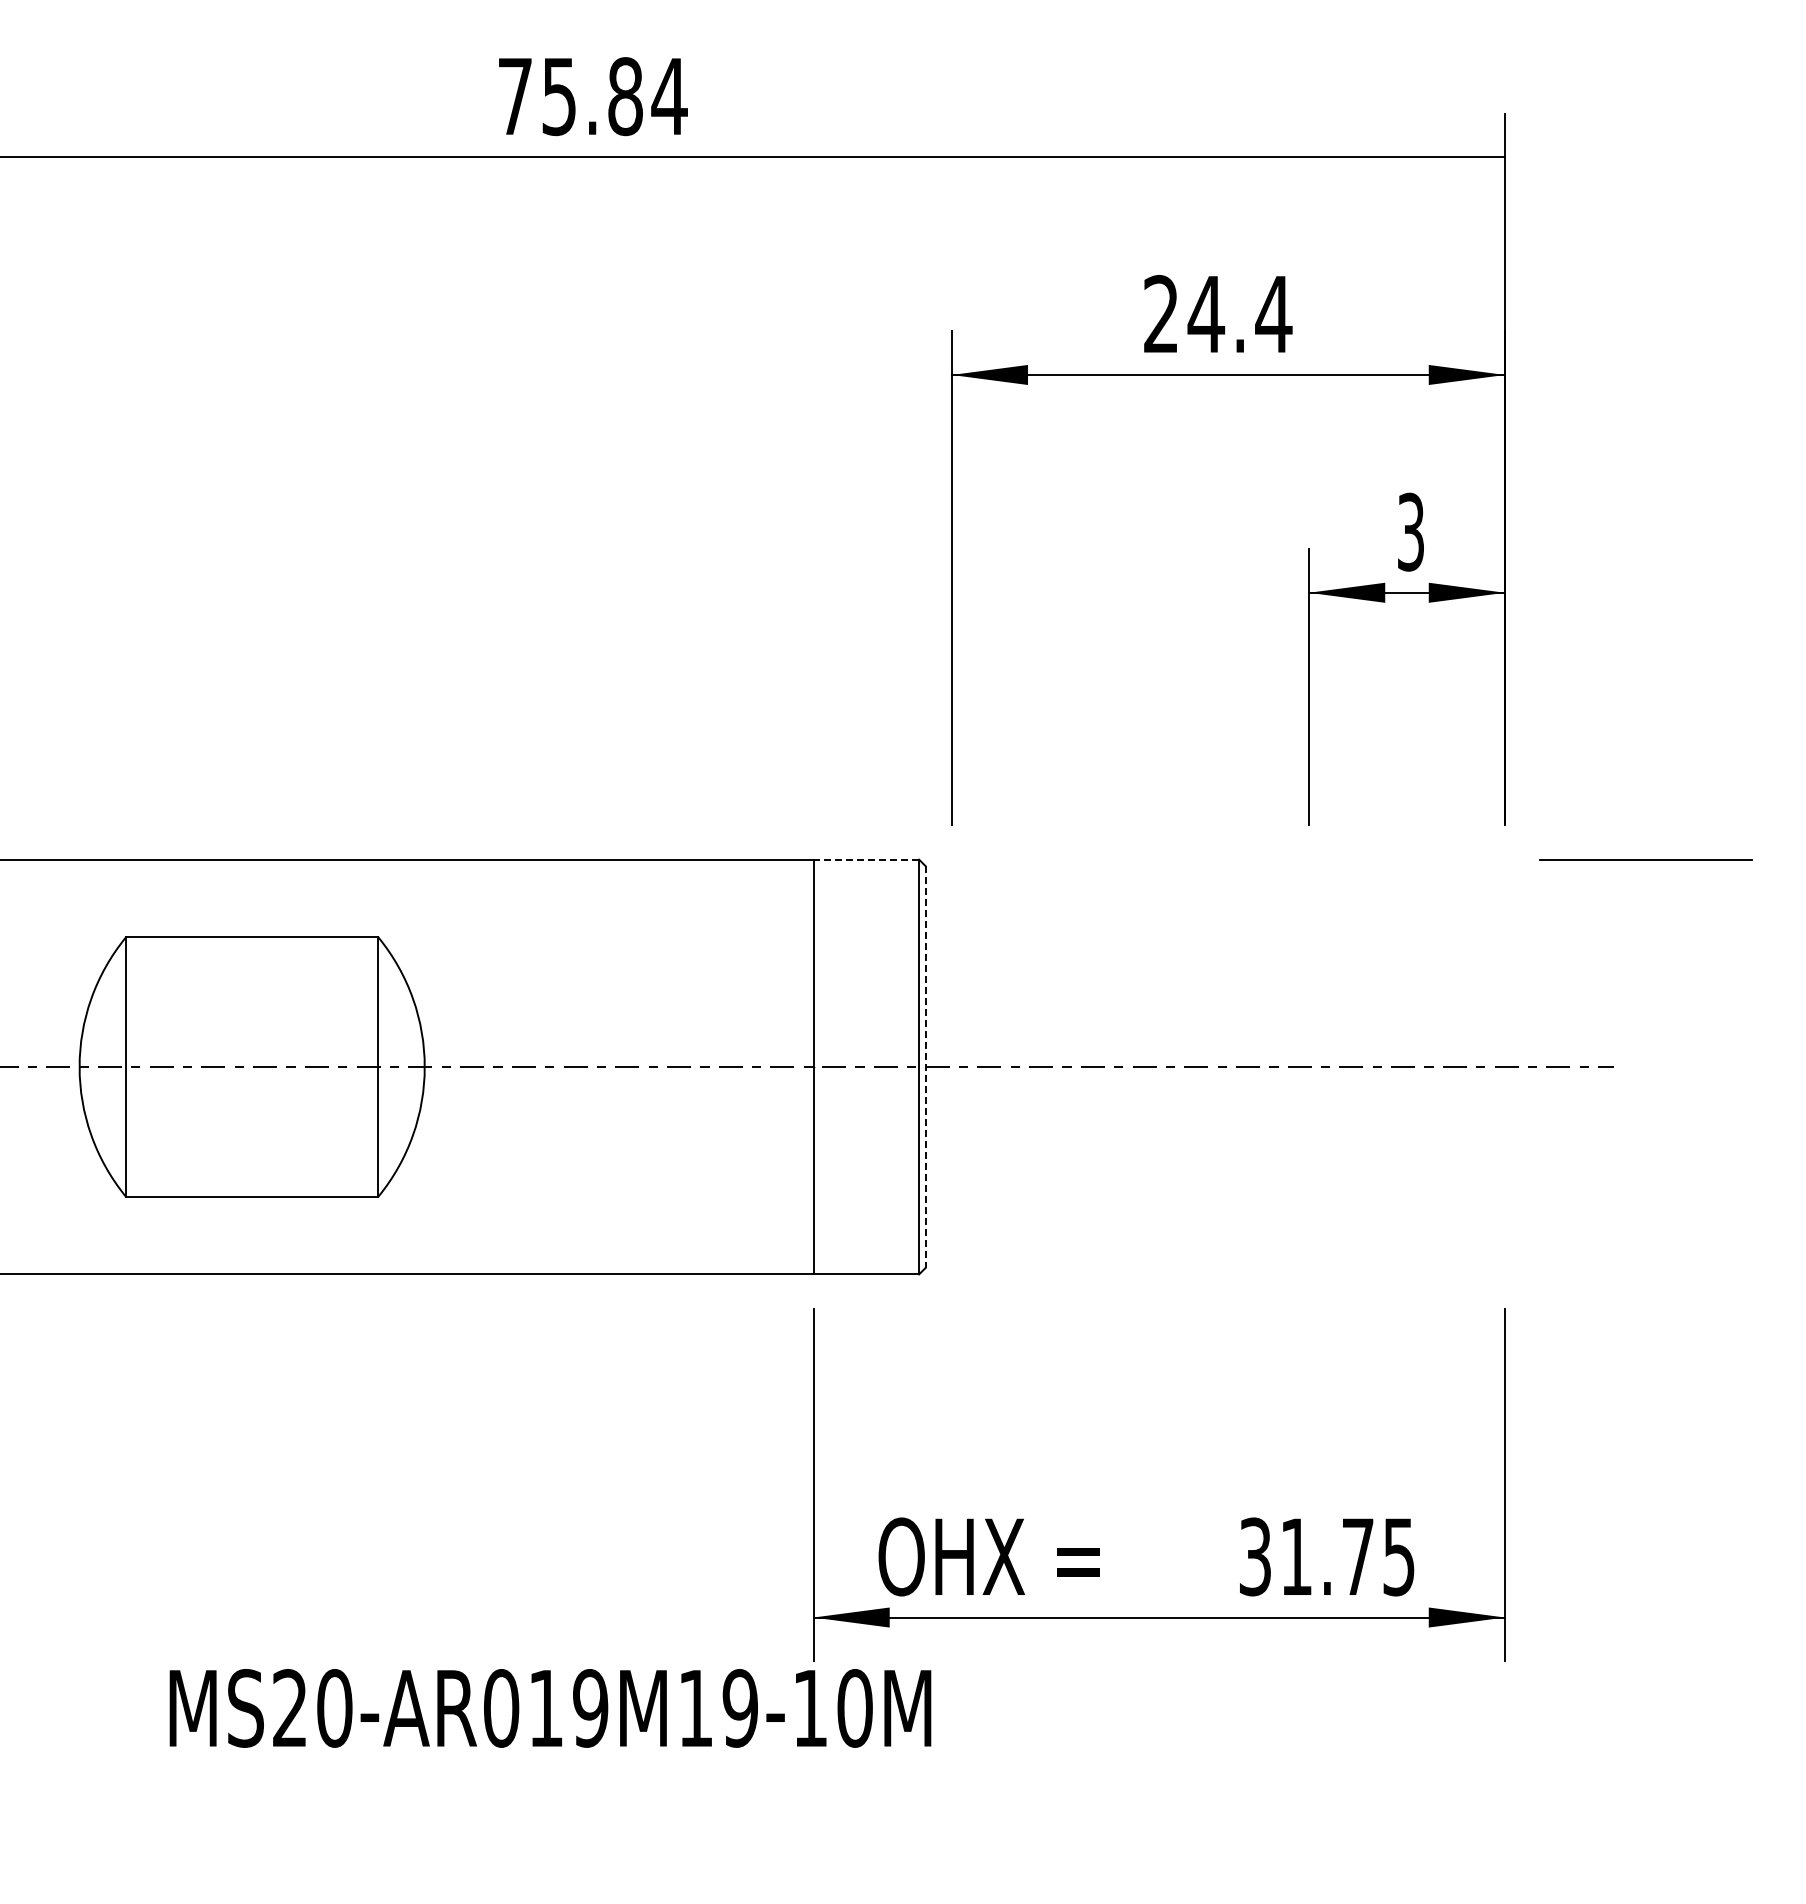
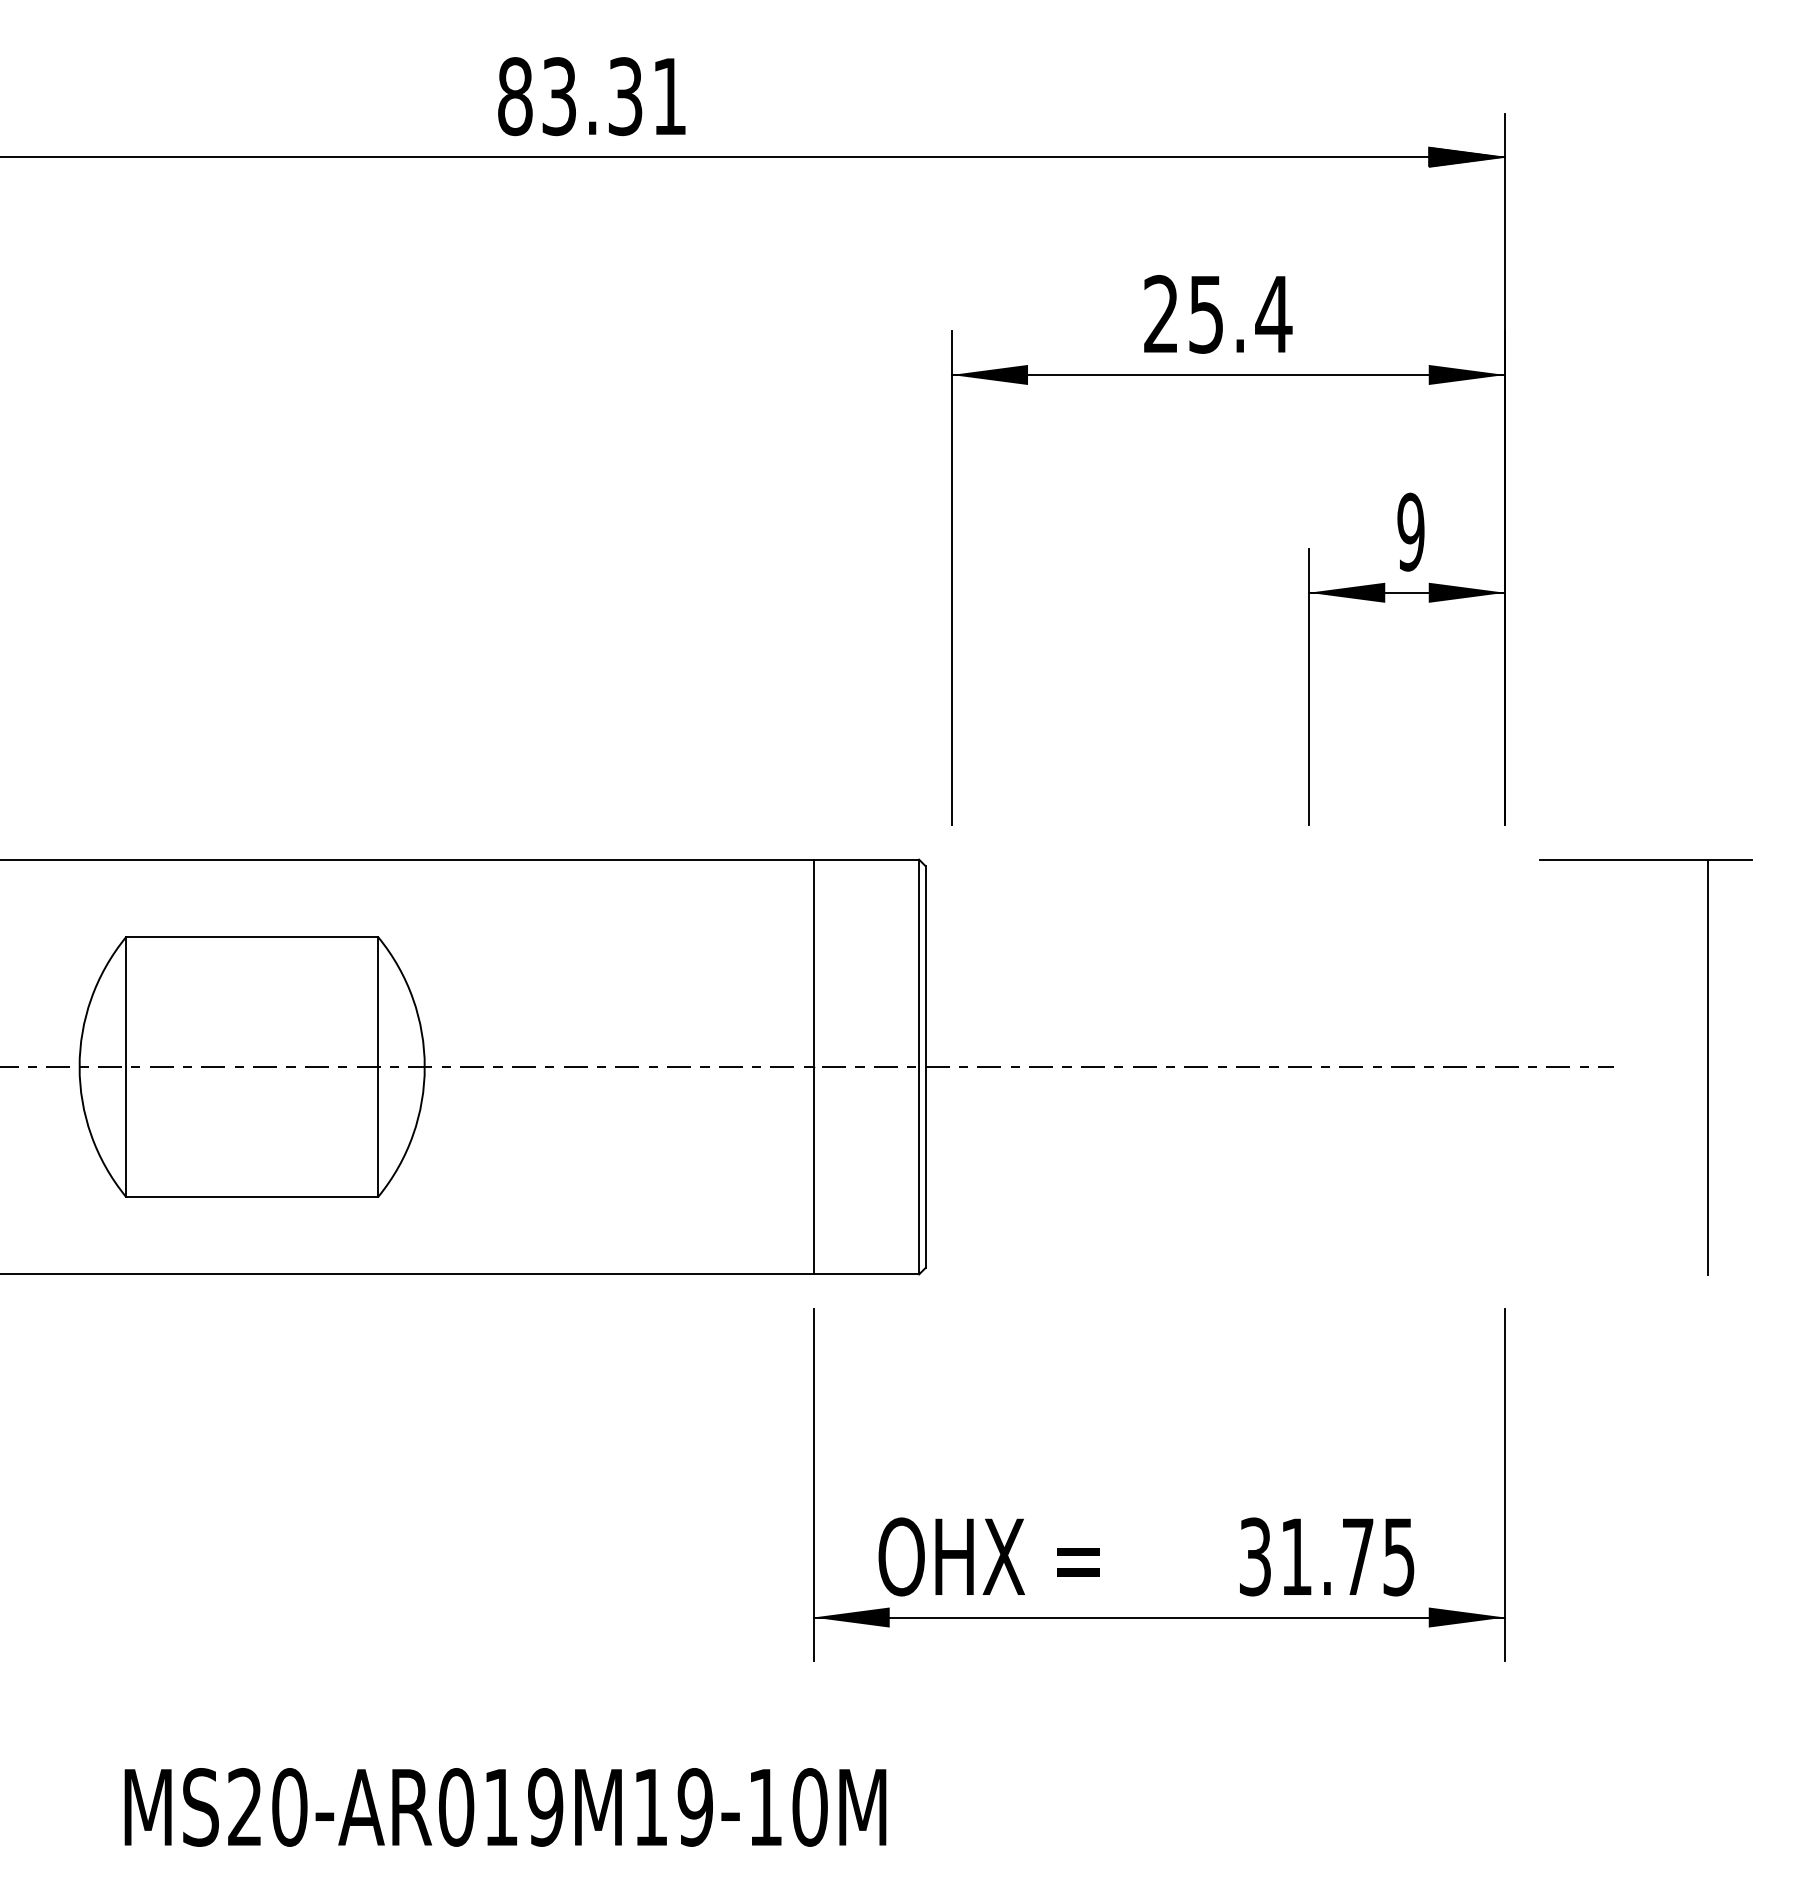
text at (592, 96): 75.84 -> 83.31
hatch at (1466, 157): none -> present
text at (1206, 314): 24.4 -> 25.4
text at (1410, 531): 3 -> 9
line at (866, 859): dashed -> solid
line at (1708, 1066): none -> present
line at (925, 1067): dashed -> solid
text at (550, 1708) position: (550, 1708) -> (505, 1807)
